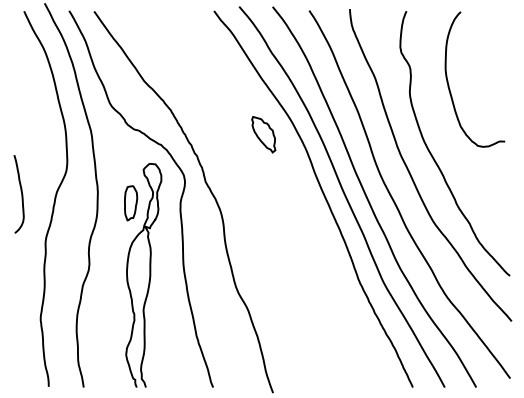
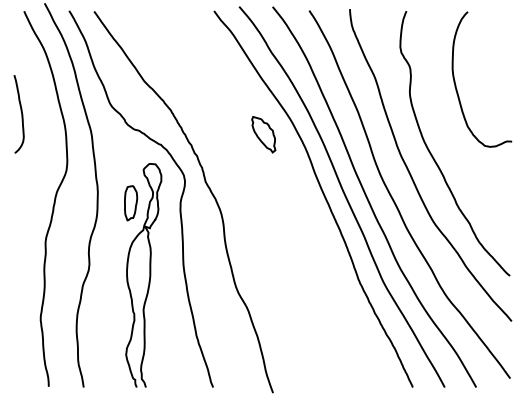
curve at (449, 84) position: (449, 84) -> (456, 84)
curve at (21, 194) position: (21, 194) -> (21, 114)
